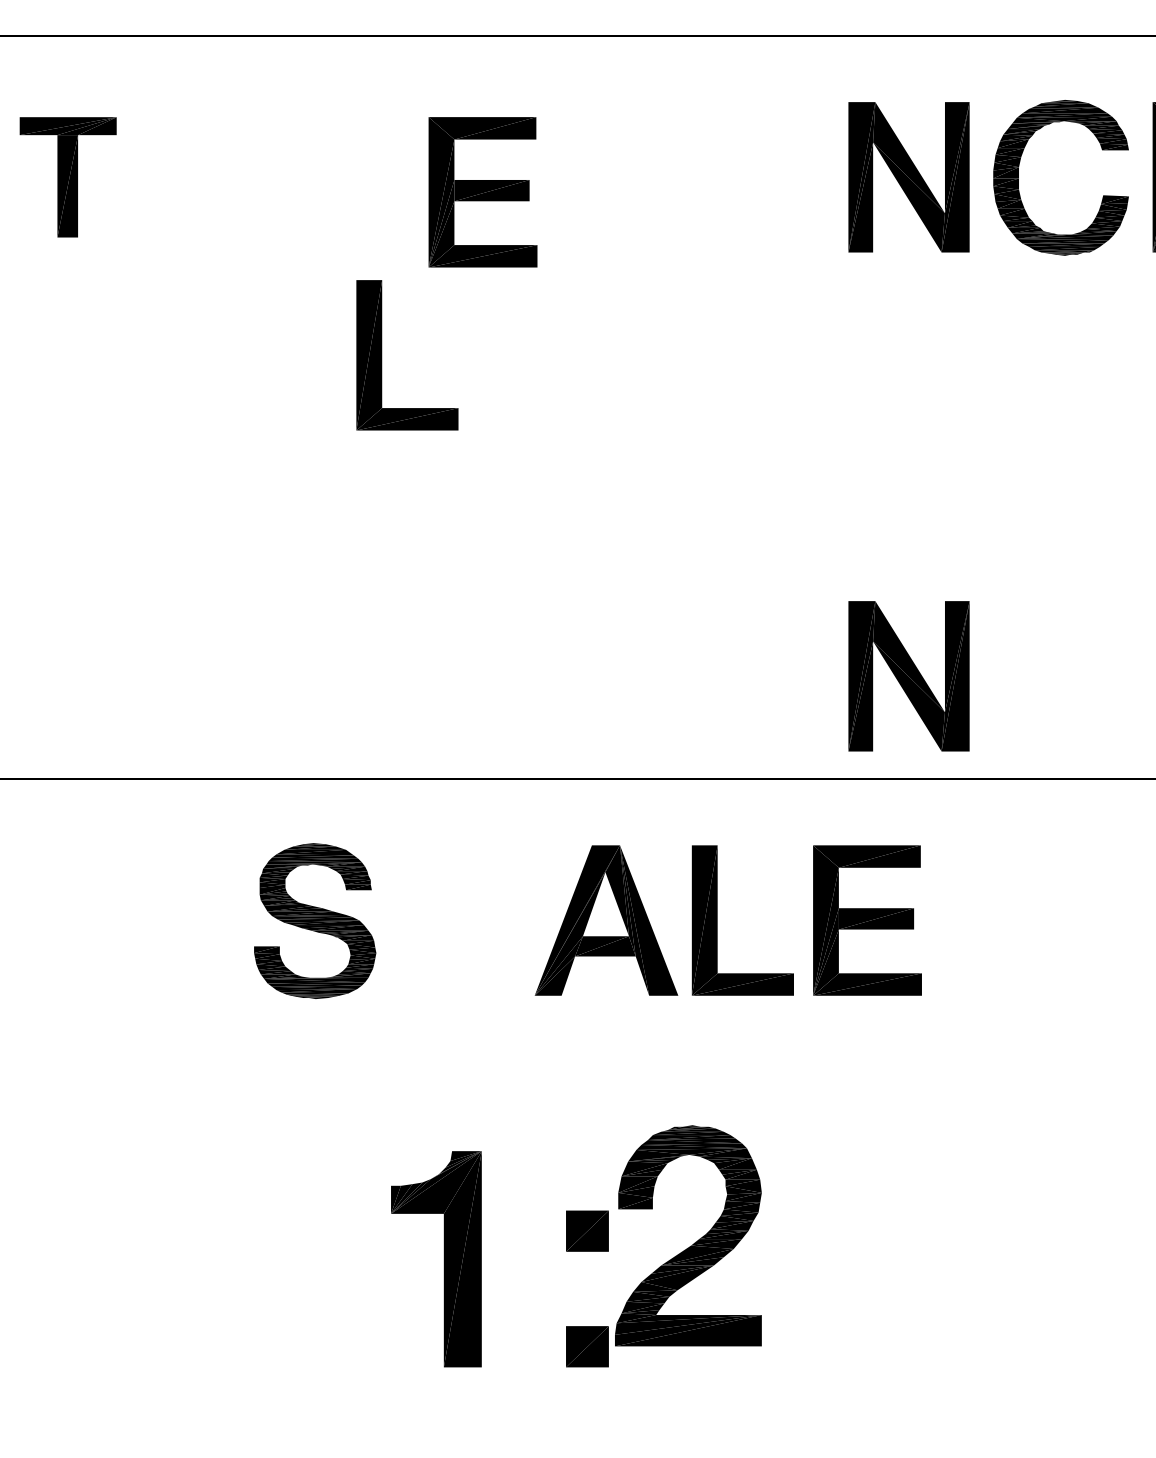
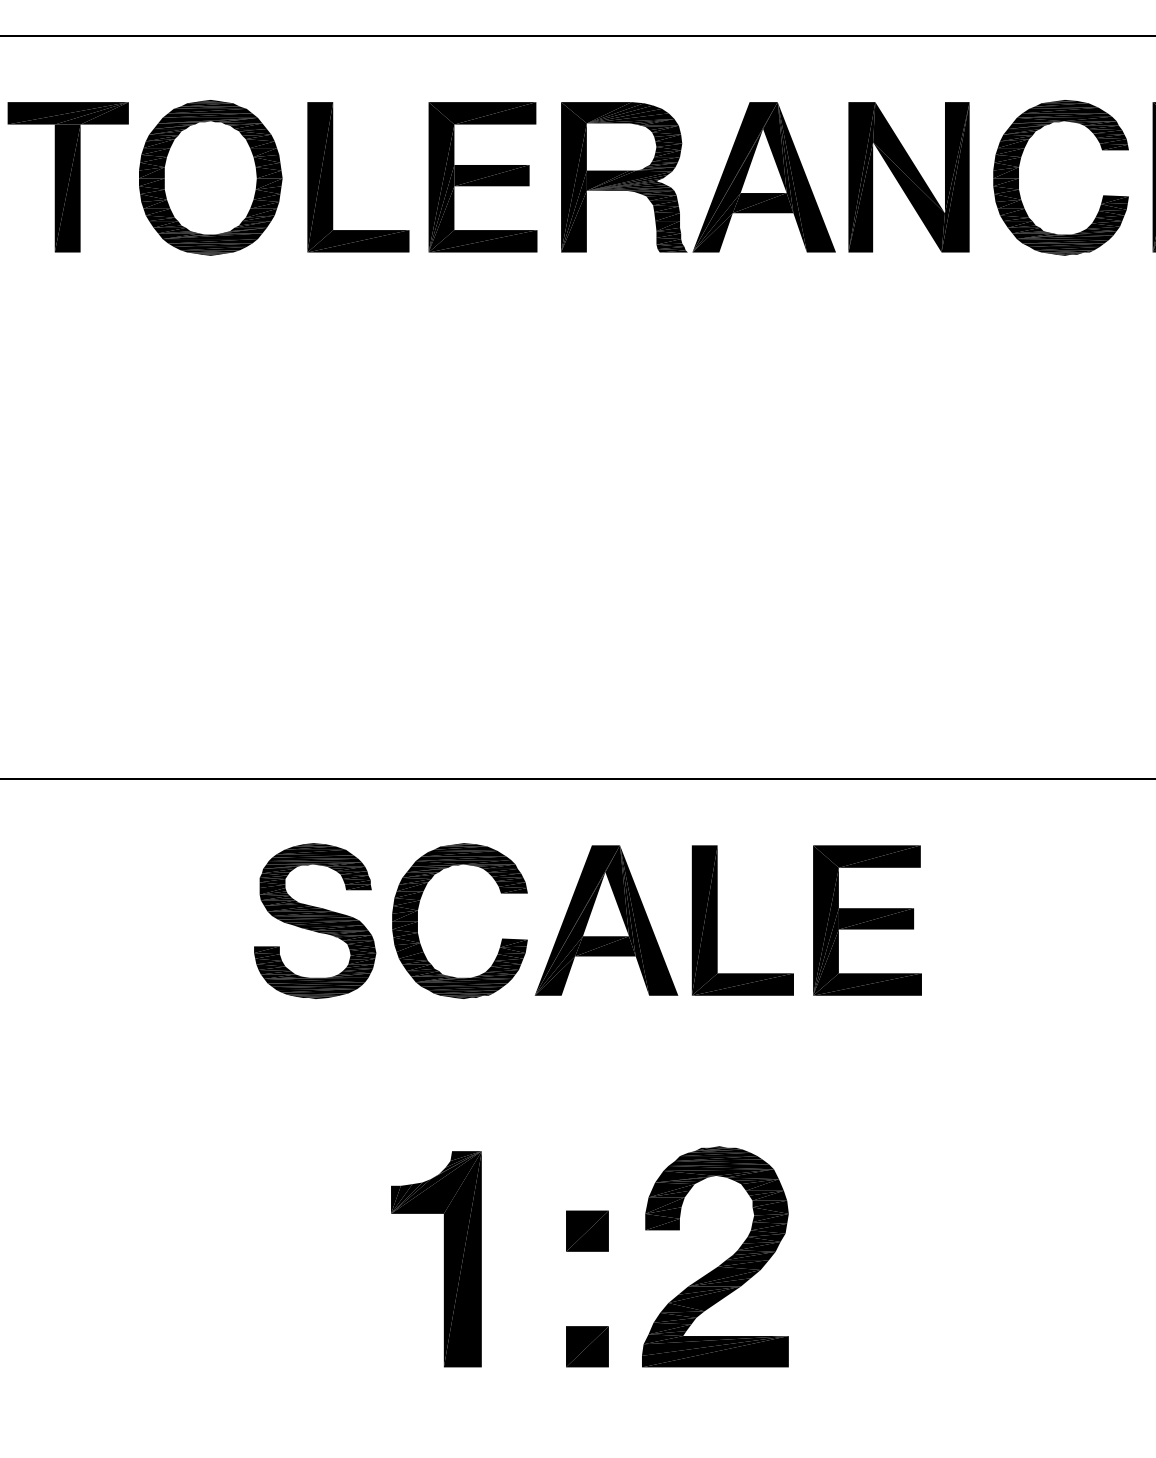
part at (67, 177) size: 98x121 px -> 122x151 px
part at (210, 177): none -> present
part at (718, 183): none -> present
part at (482, 192) position: (482, 192) -> (482, 177)
part at (382, 355) position: (382, 355) -> (333, 177)
part at (908, 676): present -> none
part at (417, 920): none -> present
part at (694, 1242) position: (694, 1242) -> (721, 1263)
